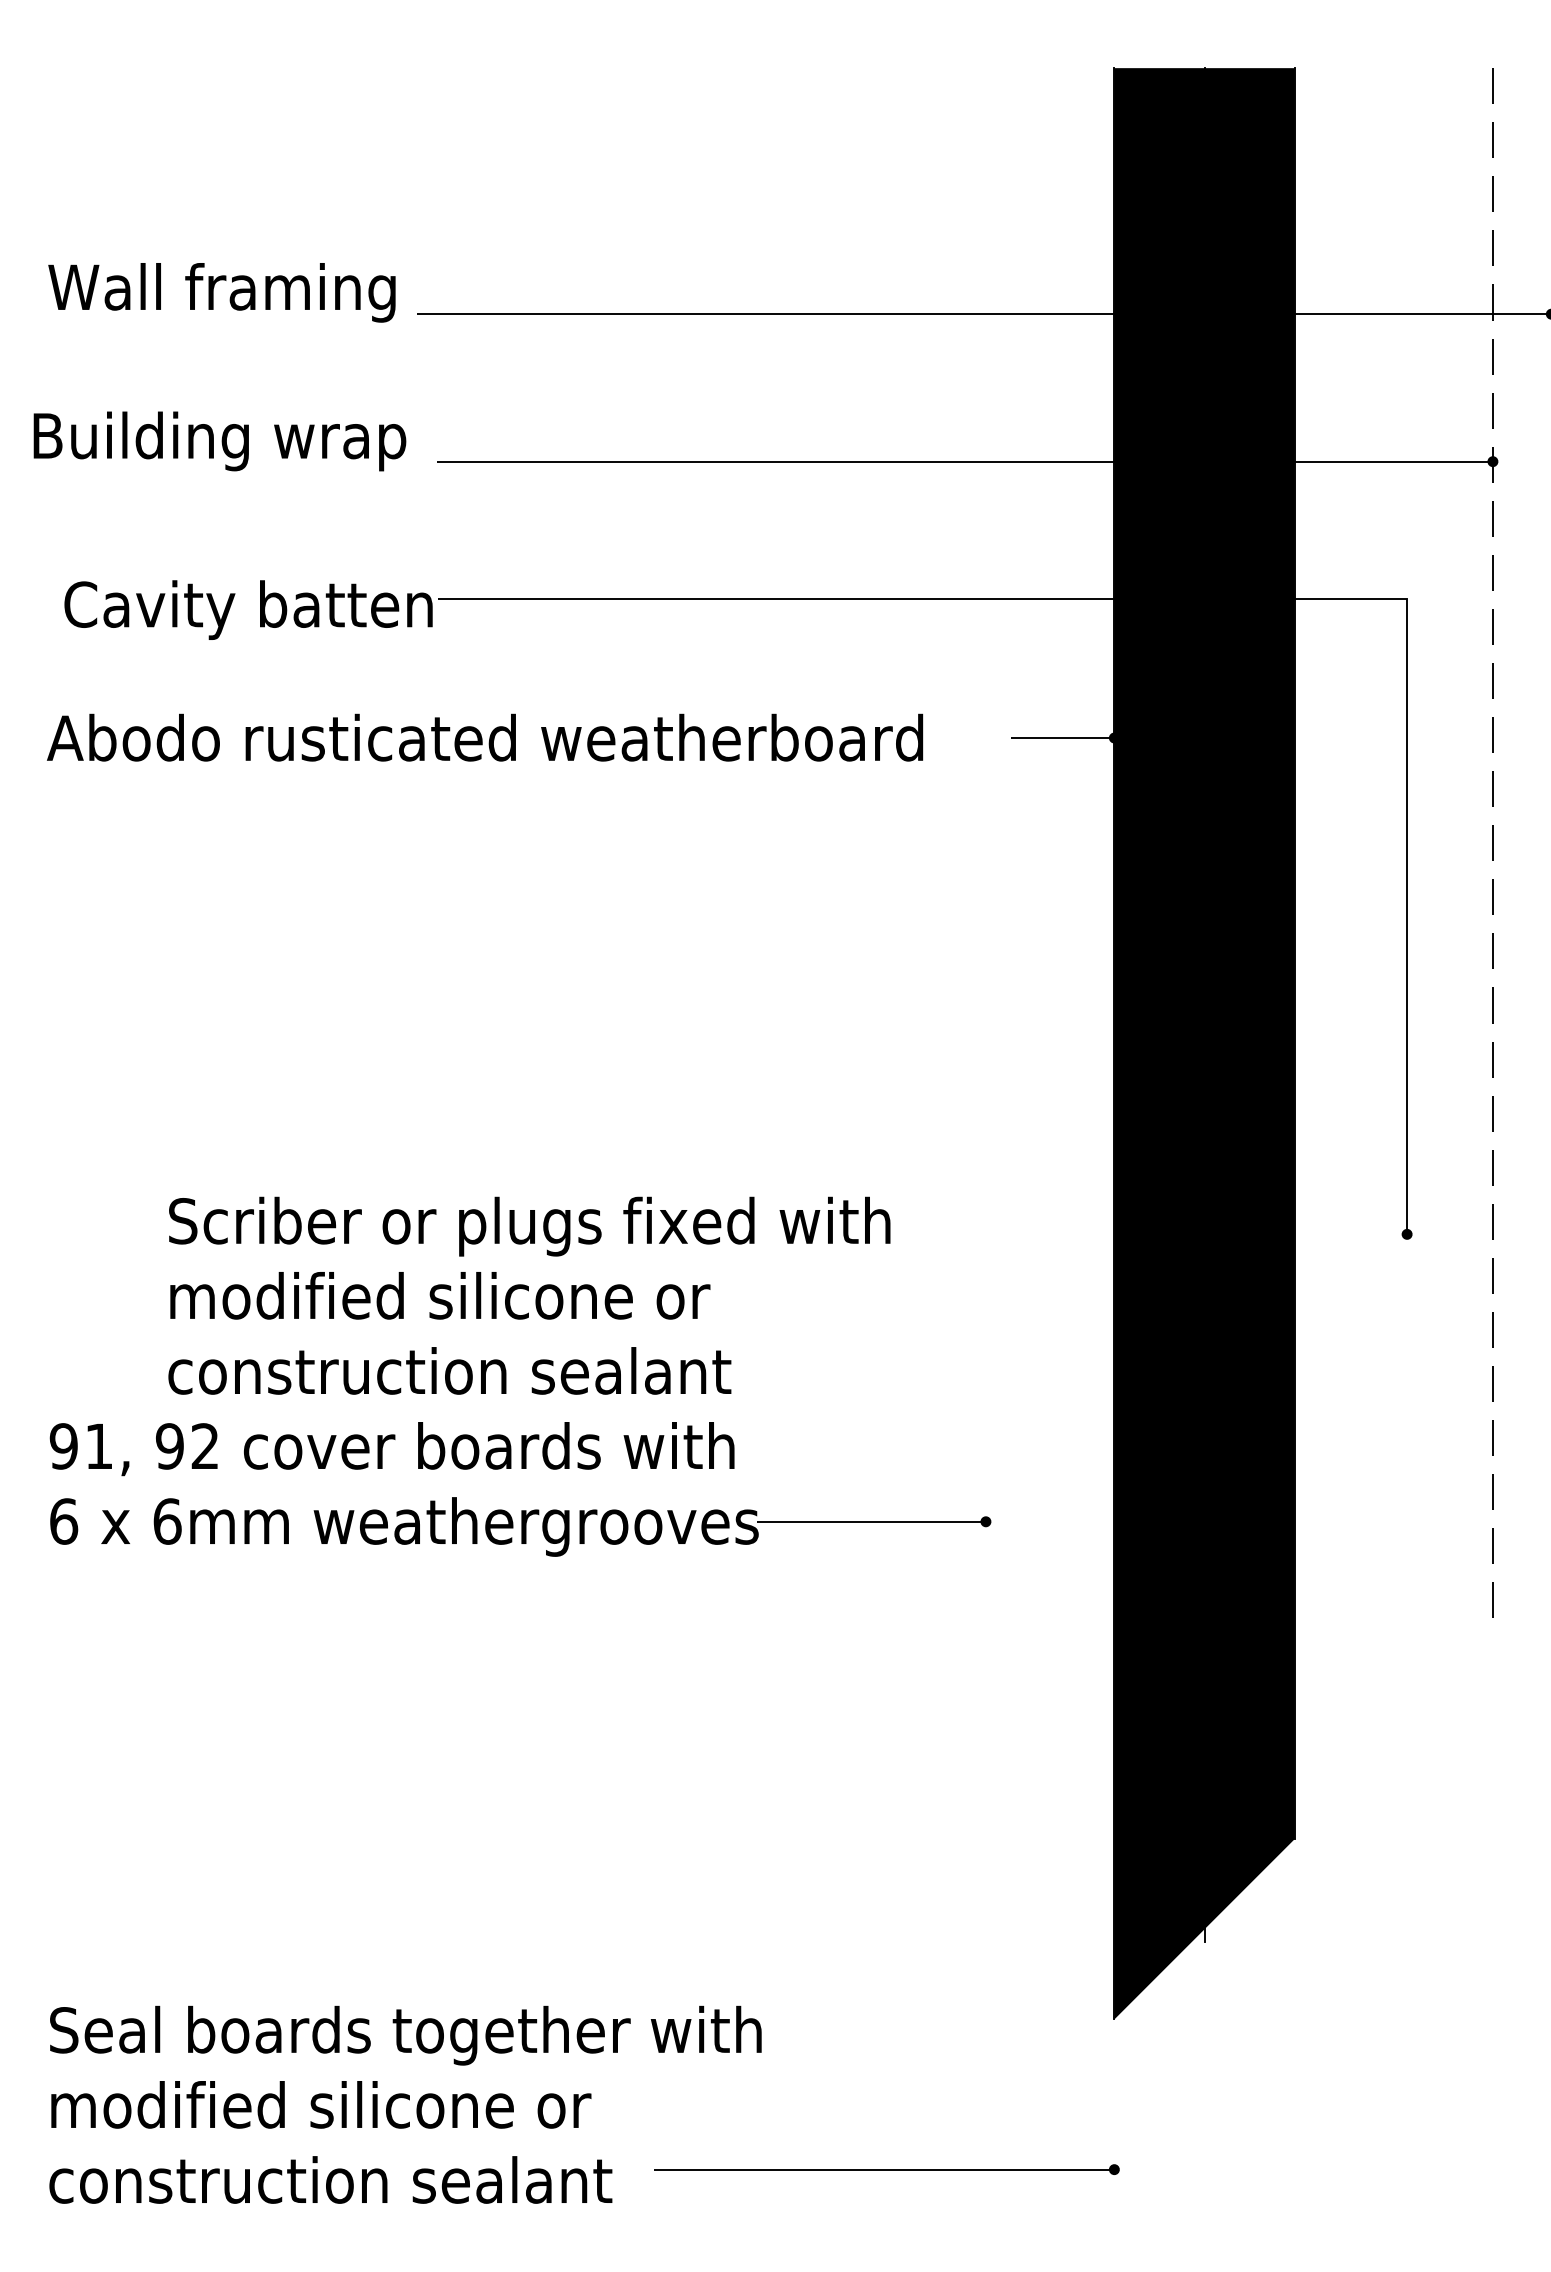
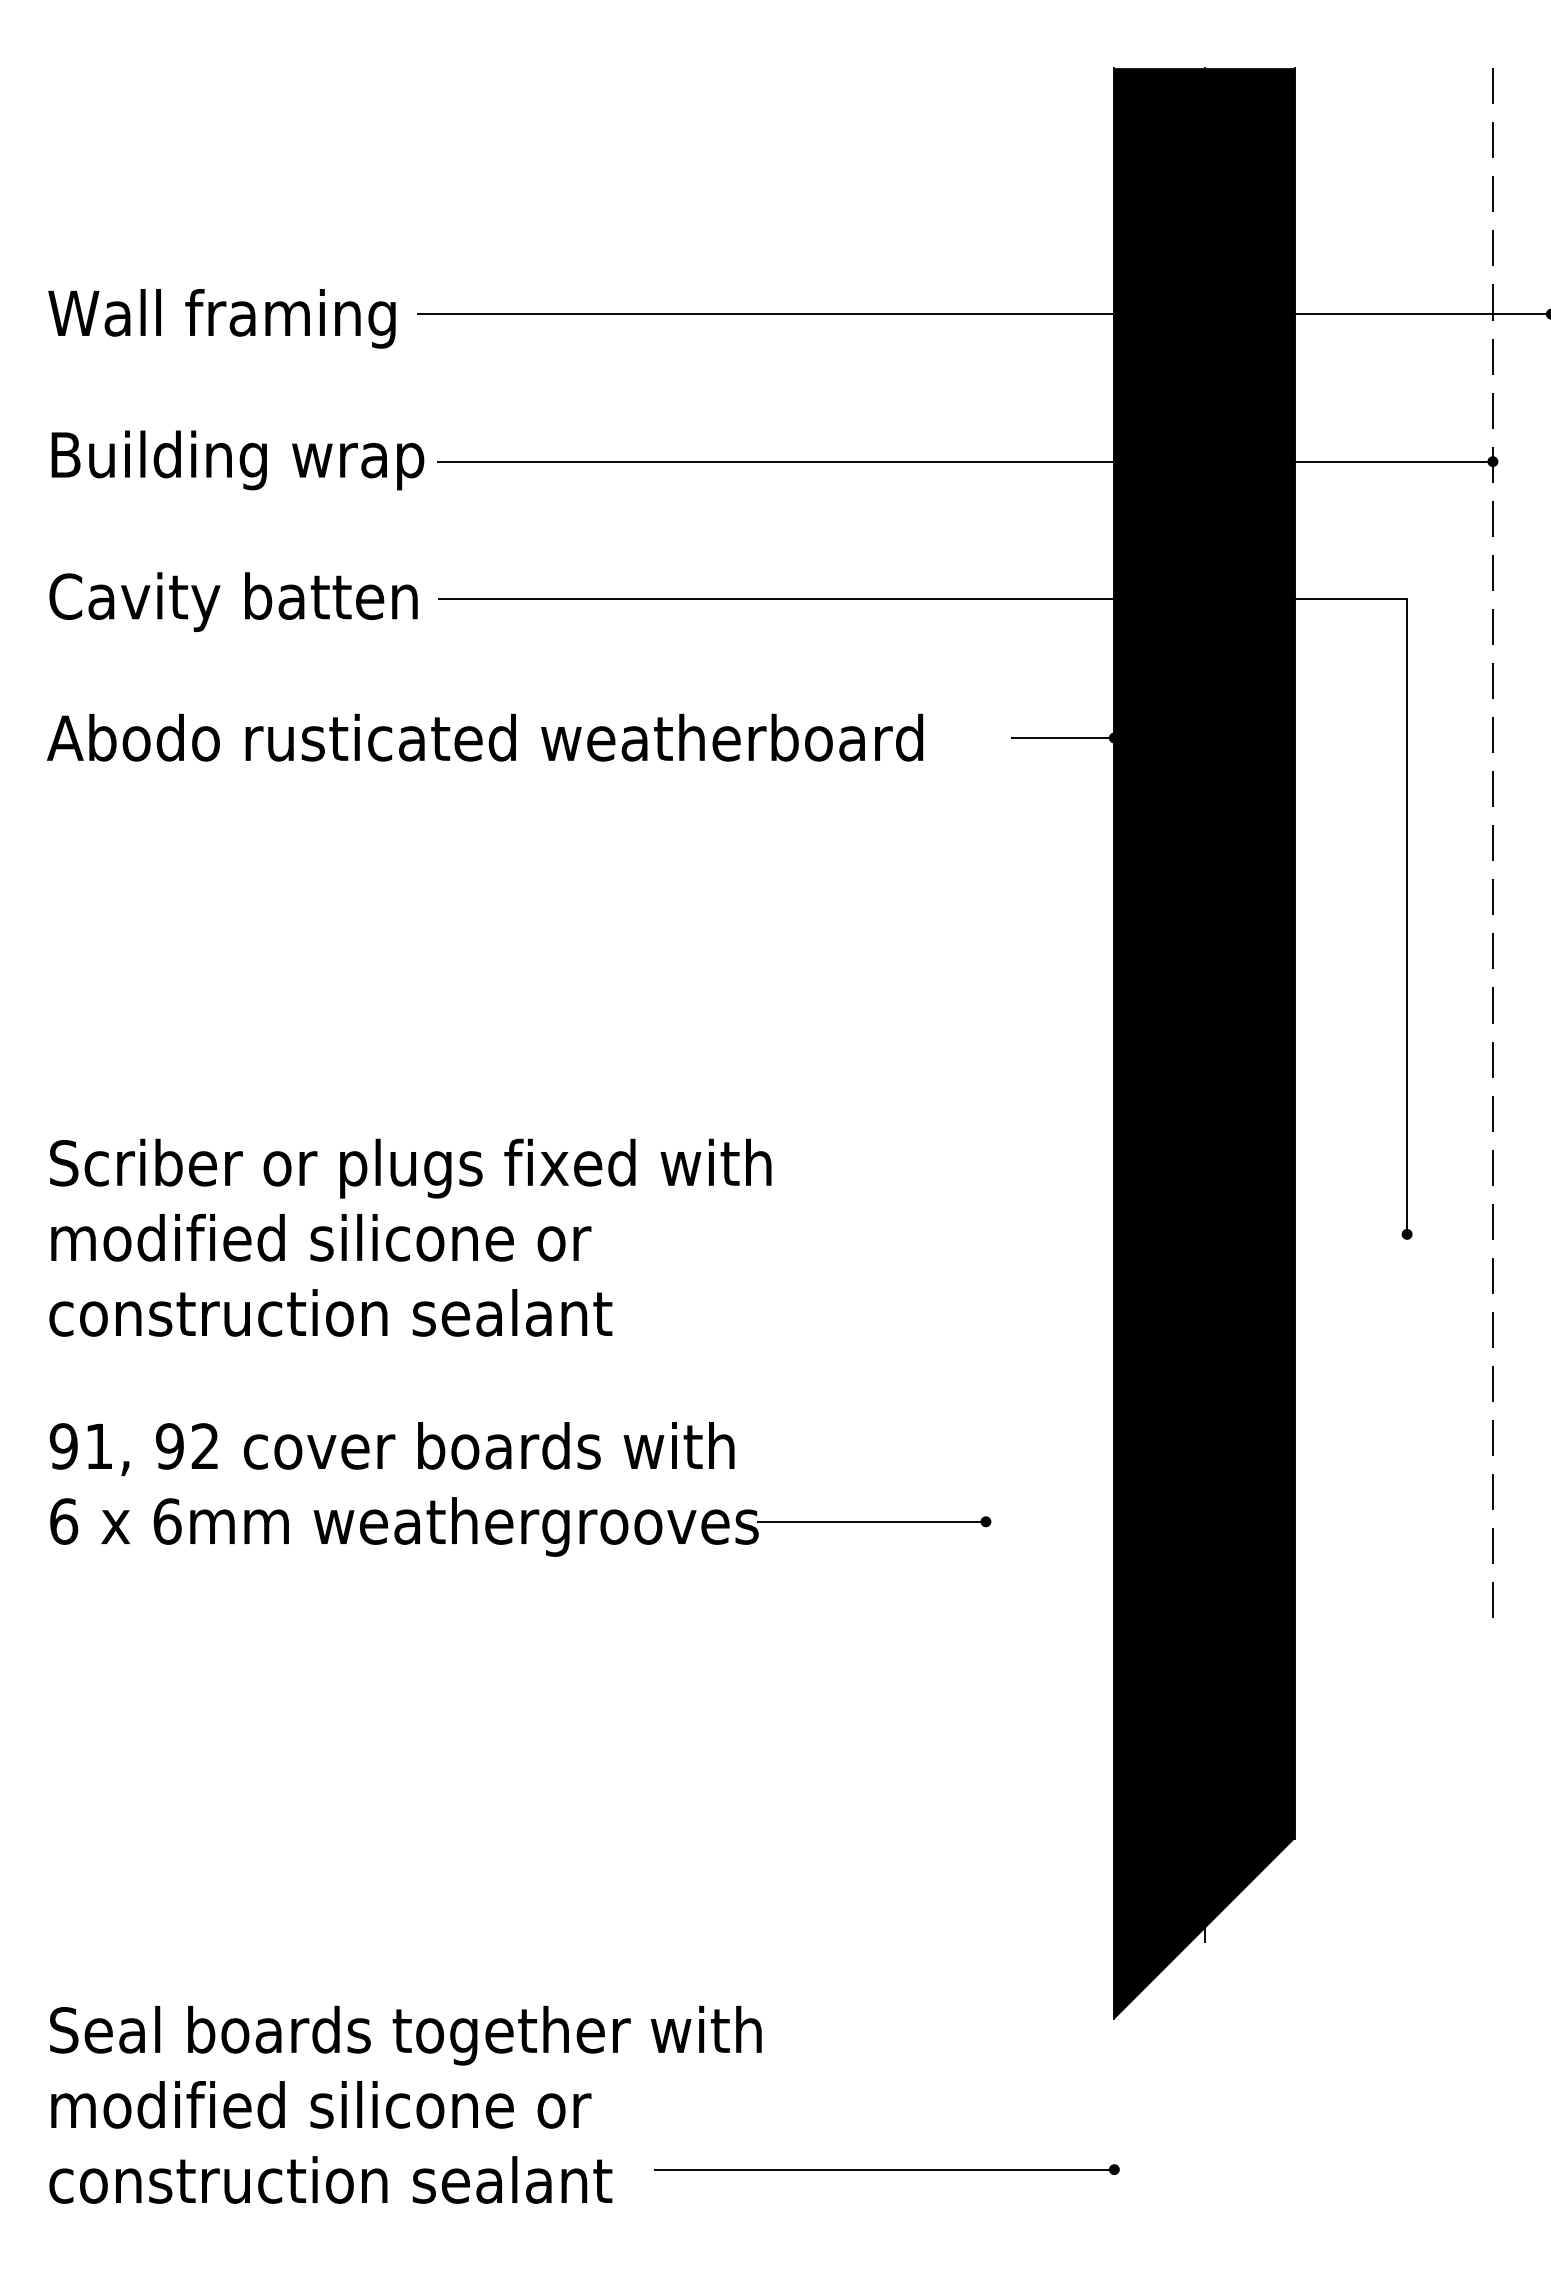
text at (221, 292) position: (221, 292) -> (221, 318)
text at (219, 441) position: (219, 441) -> (237, 460)
text at (248, 609) position: (248, 609) -> (233, 601)
text at (529, 1295) position: (529, 1295) -> (410, 1237)
